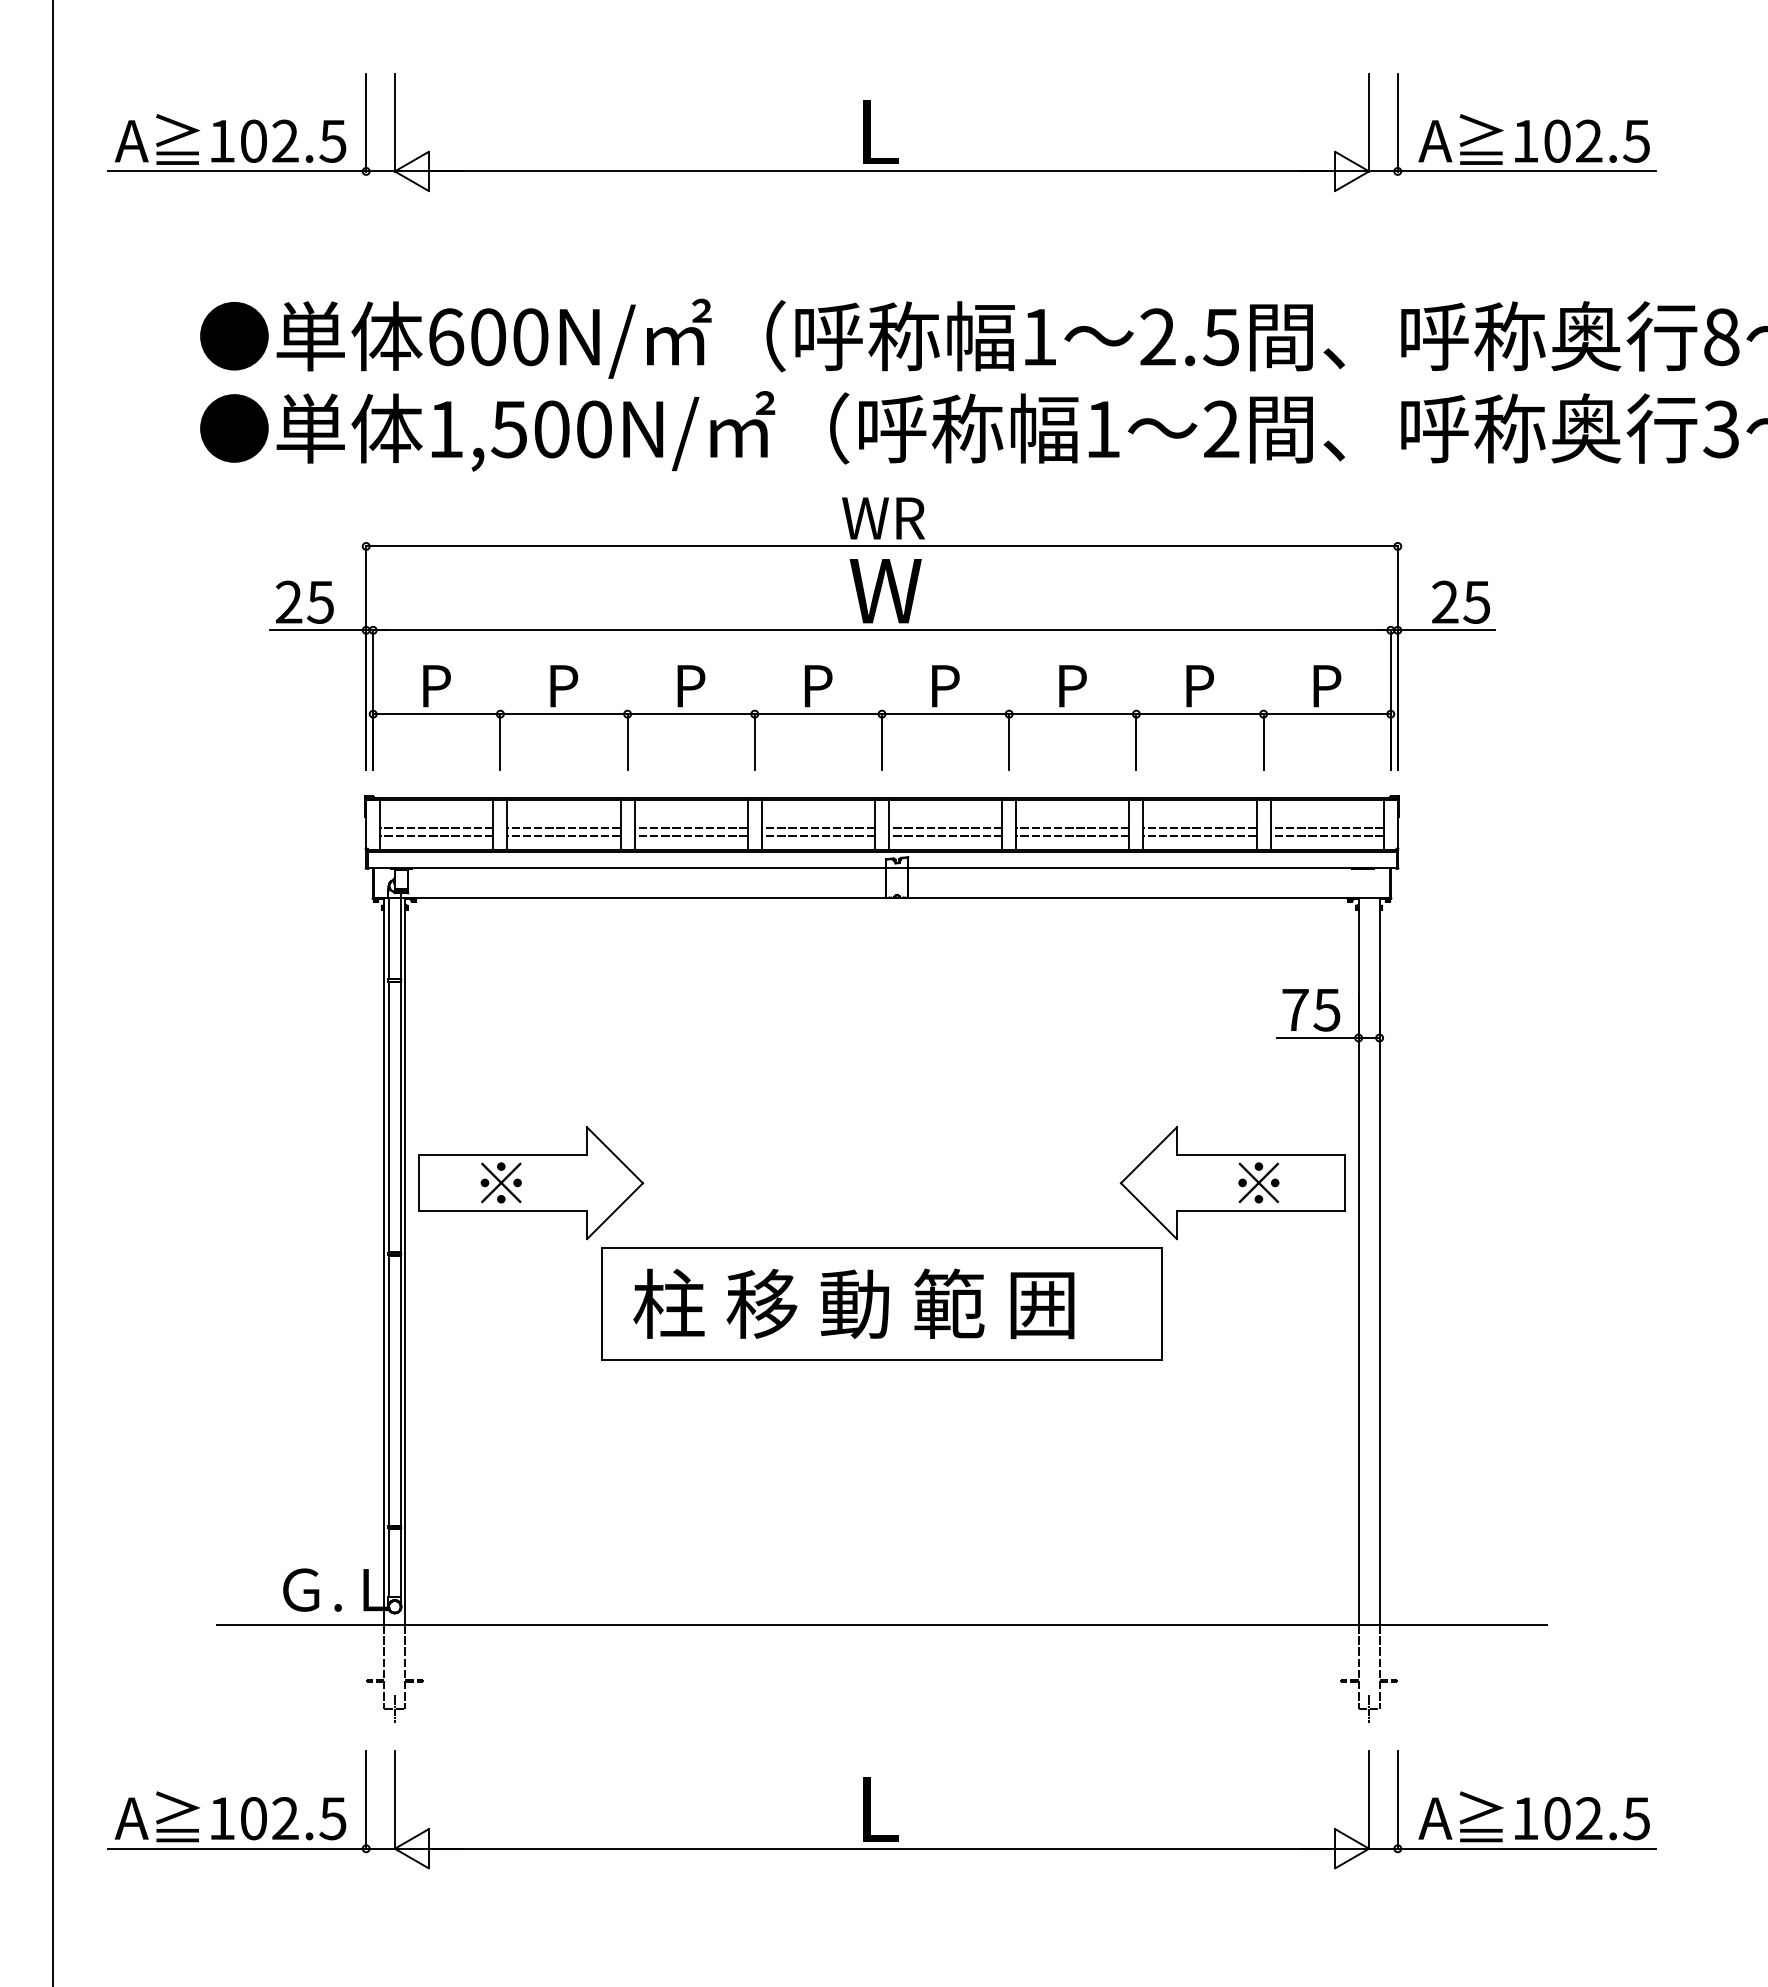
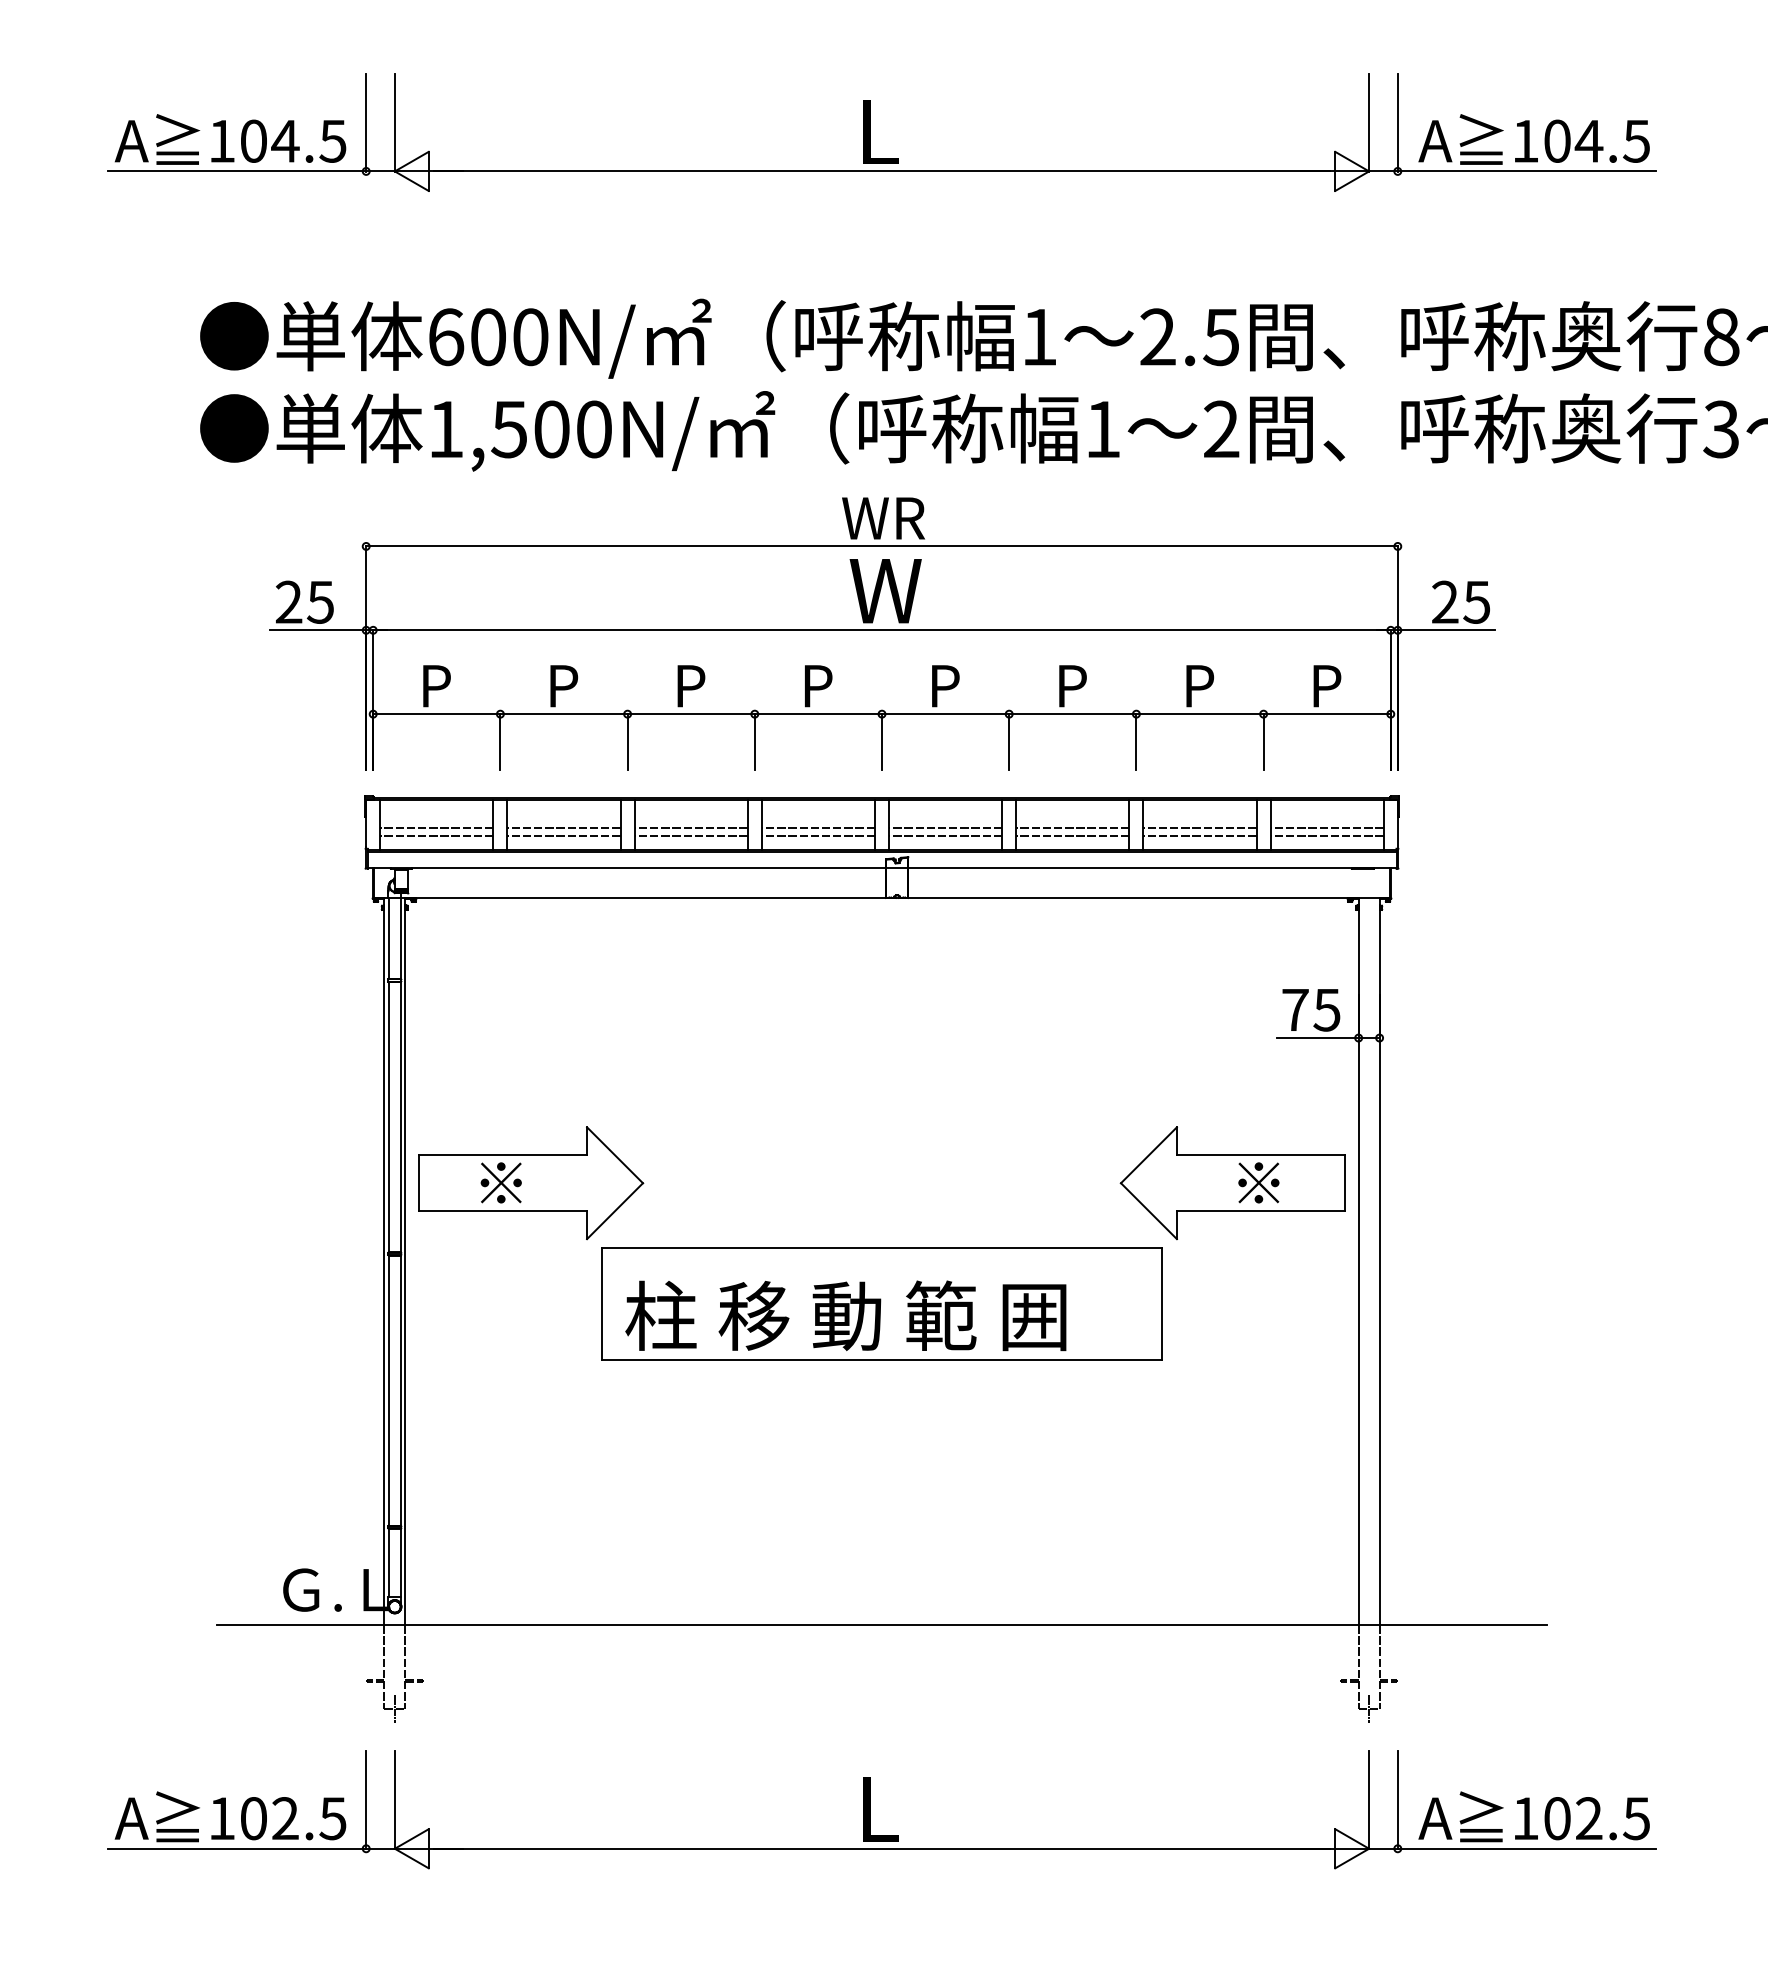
text at (285, 140): 102.5 -> 104.5
text at (1588, 140): 102.5 -> 104.5
line at (52, 992): present -> none
text at (853, 1303) position: (853, 1303) -> (845, 1315)
